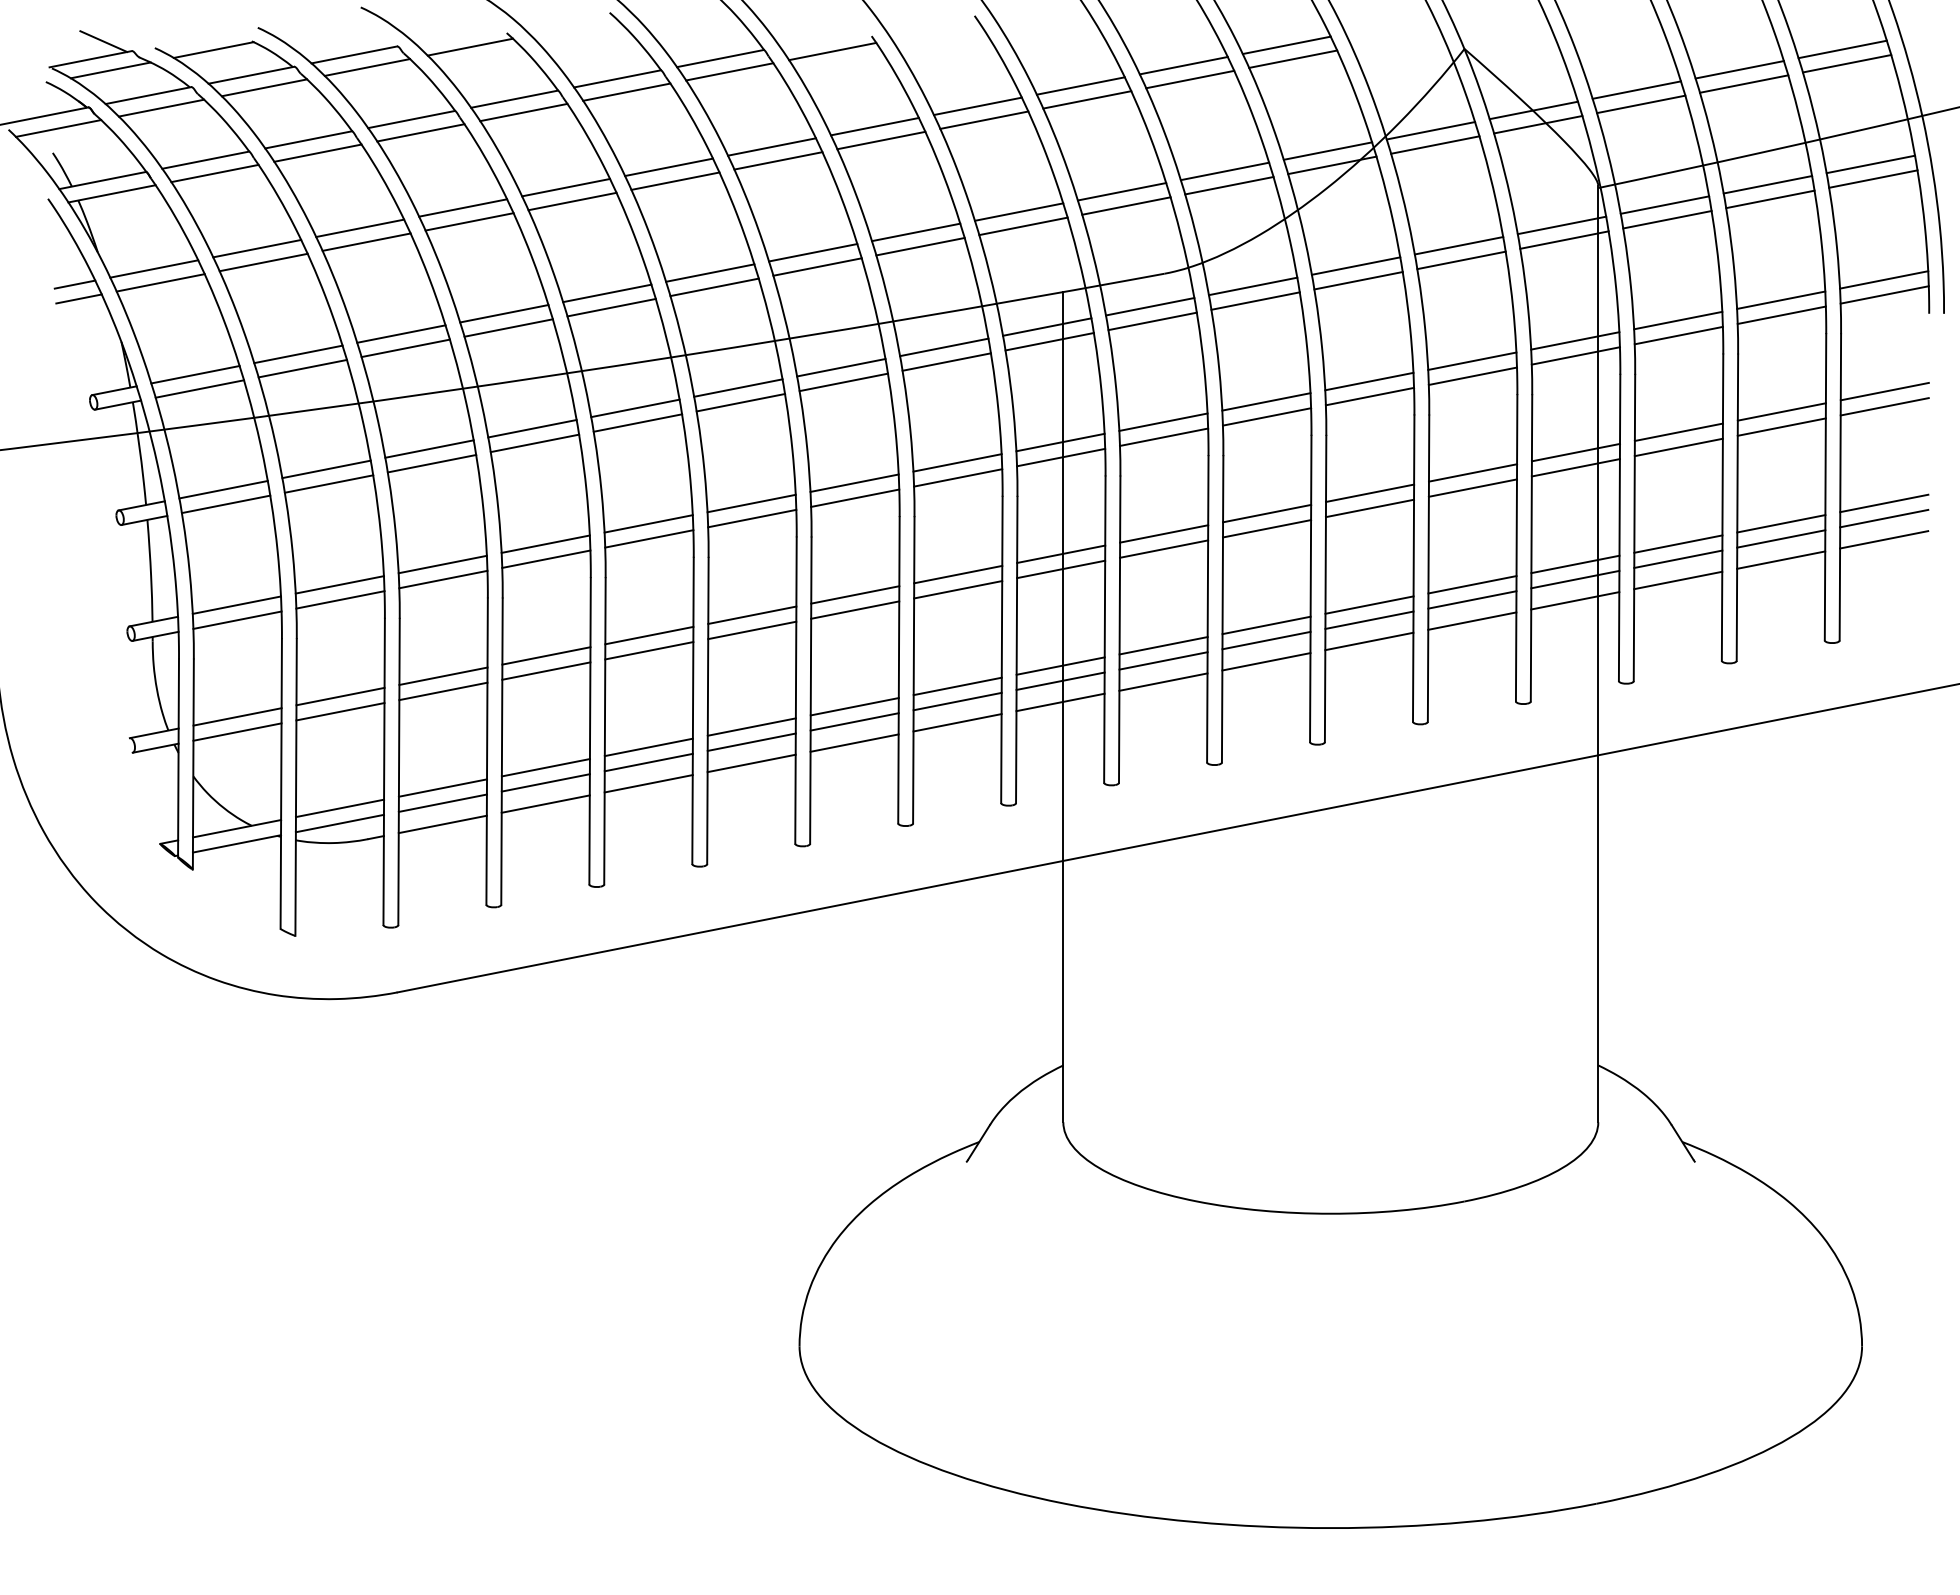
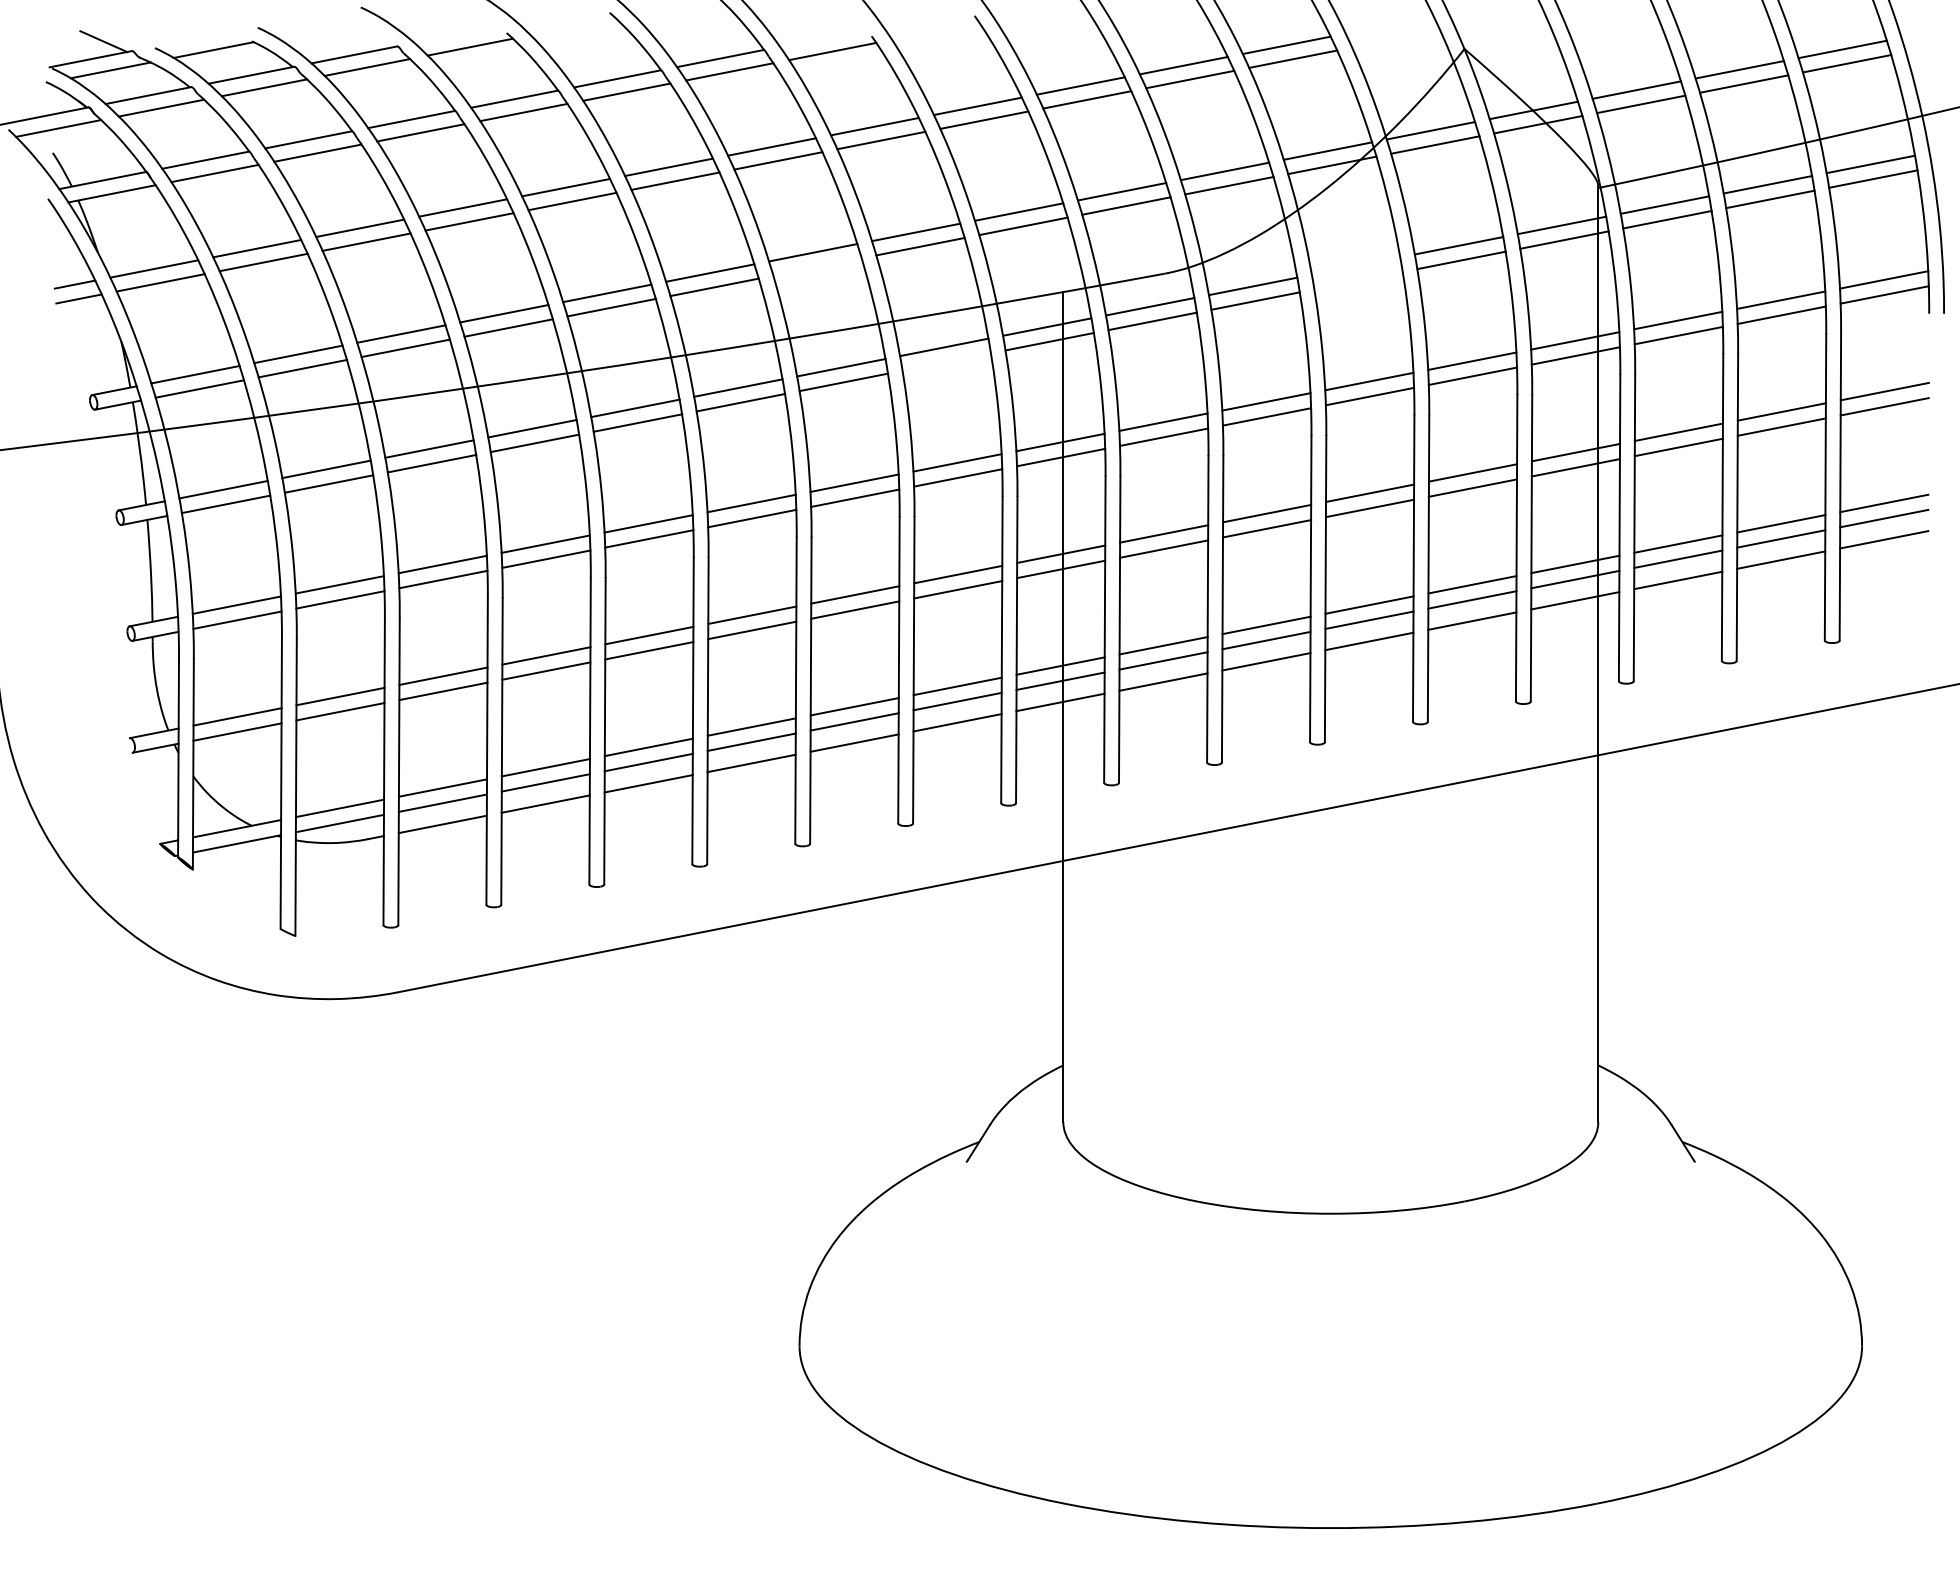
line at (1355, 265): present -> none
line at (817, 266): present -> none
line at (1358, 280): present -> none
line at (946, 361): present -> none
